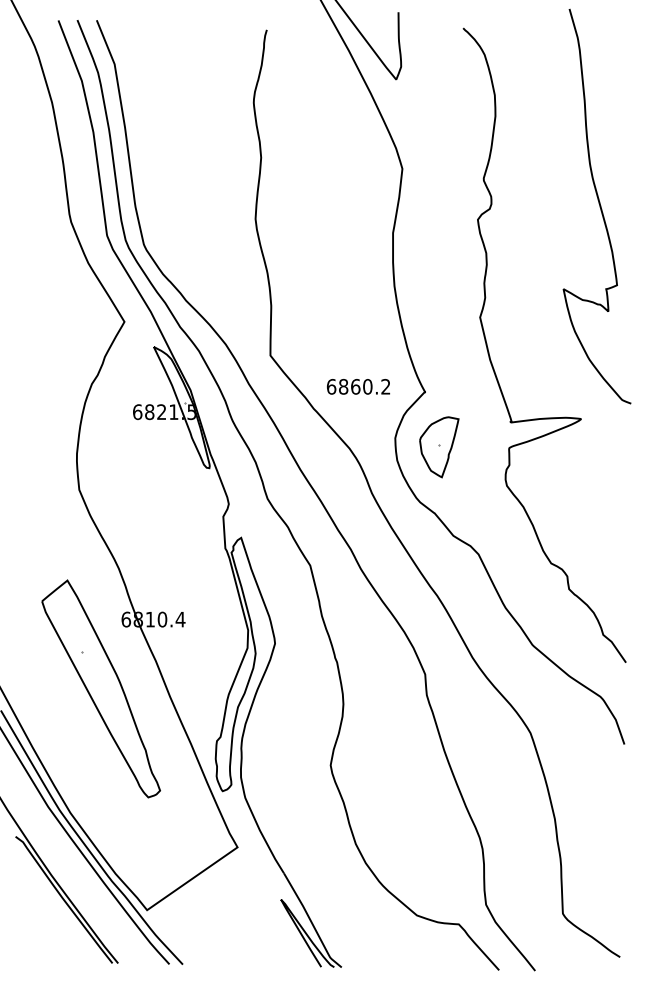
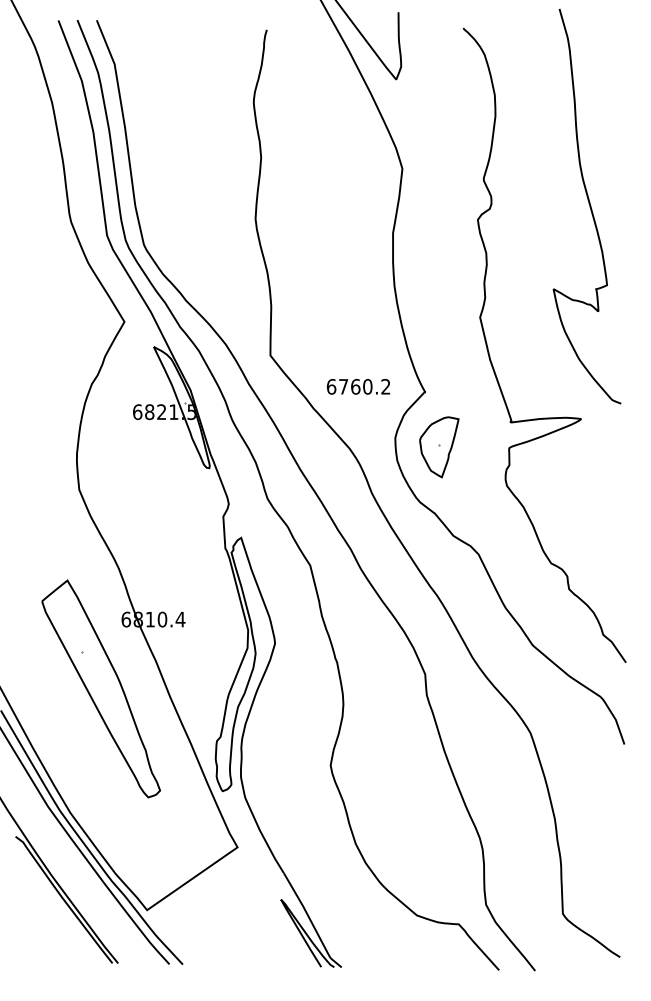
curve at (599, 206) position: (599, 206) -> (589, 206)
text at (343, 386): 6860.2 -> 6760.2
